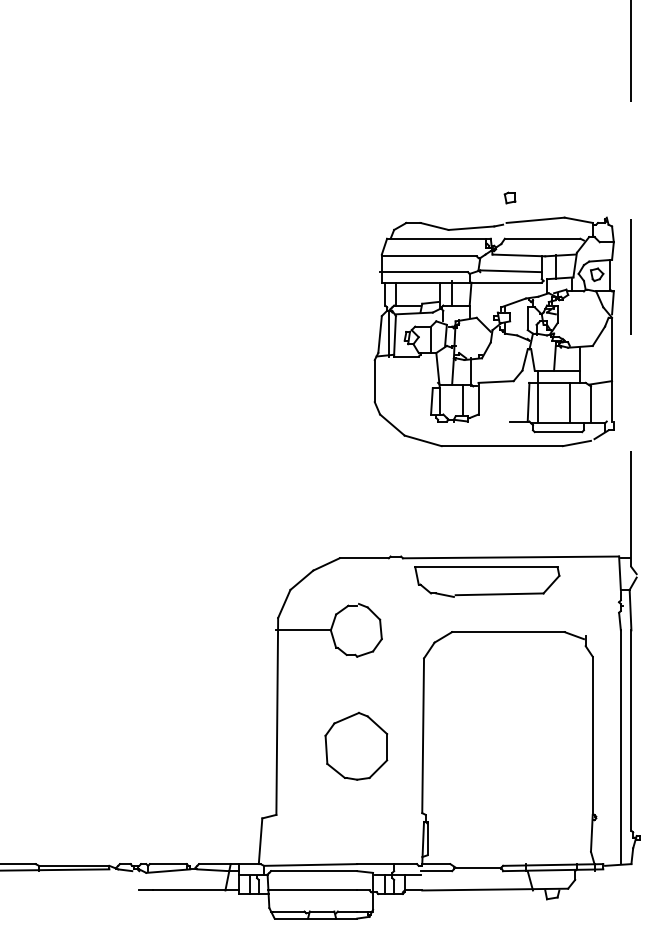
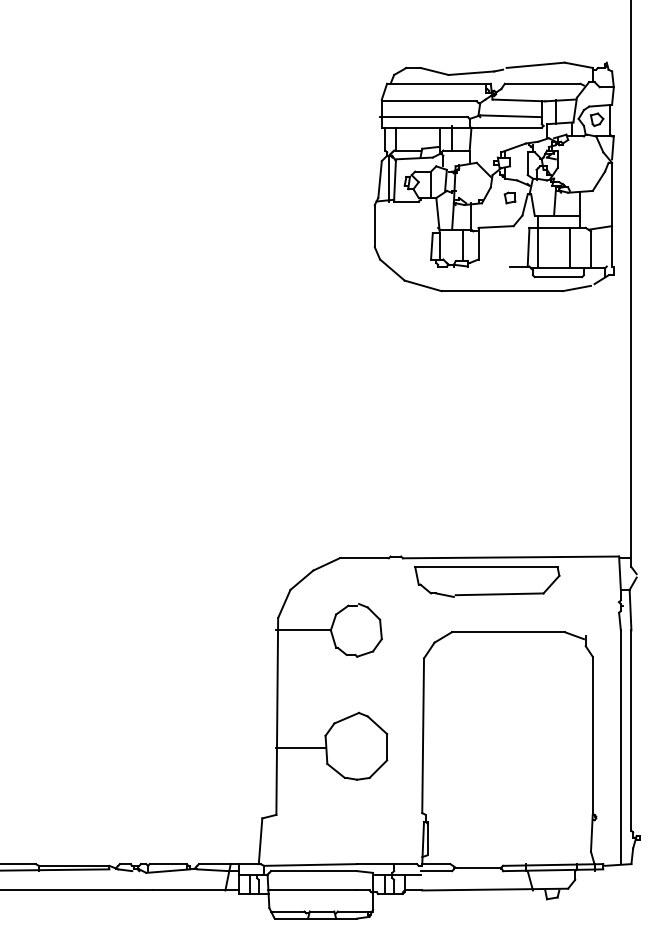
line at (631, 283): dashed -> solid
part at (493, 331) position: (493, 331) -> (493, 176)
line at (300, 748): none -> present
line at (69, 890): none -> present
